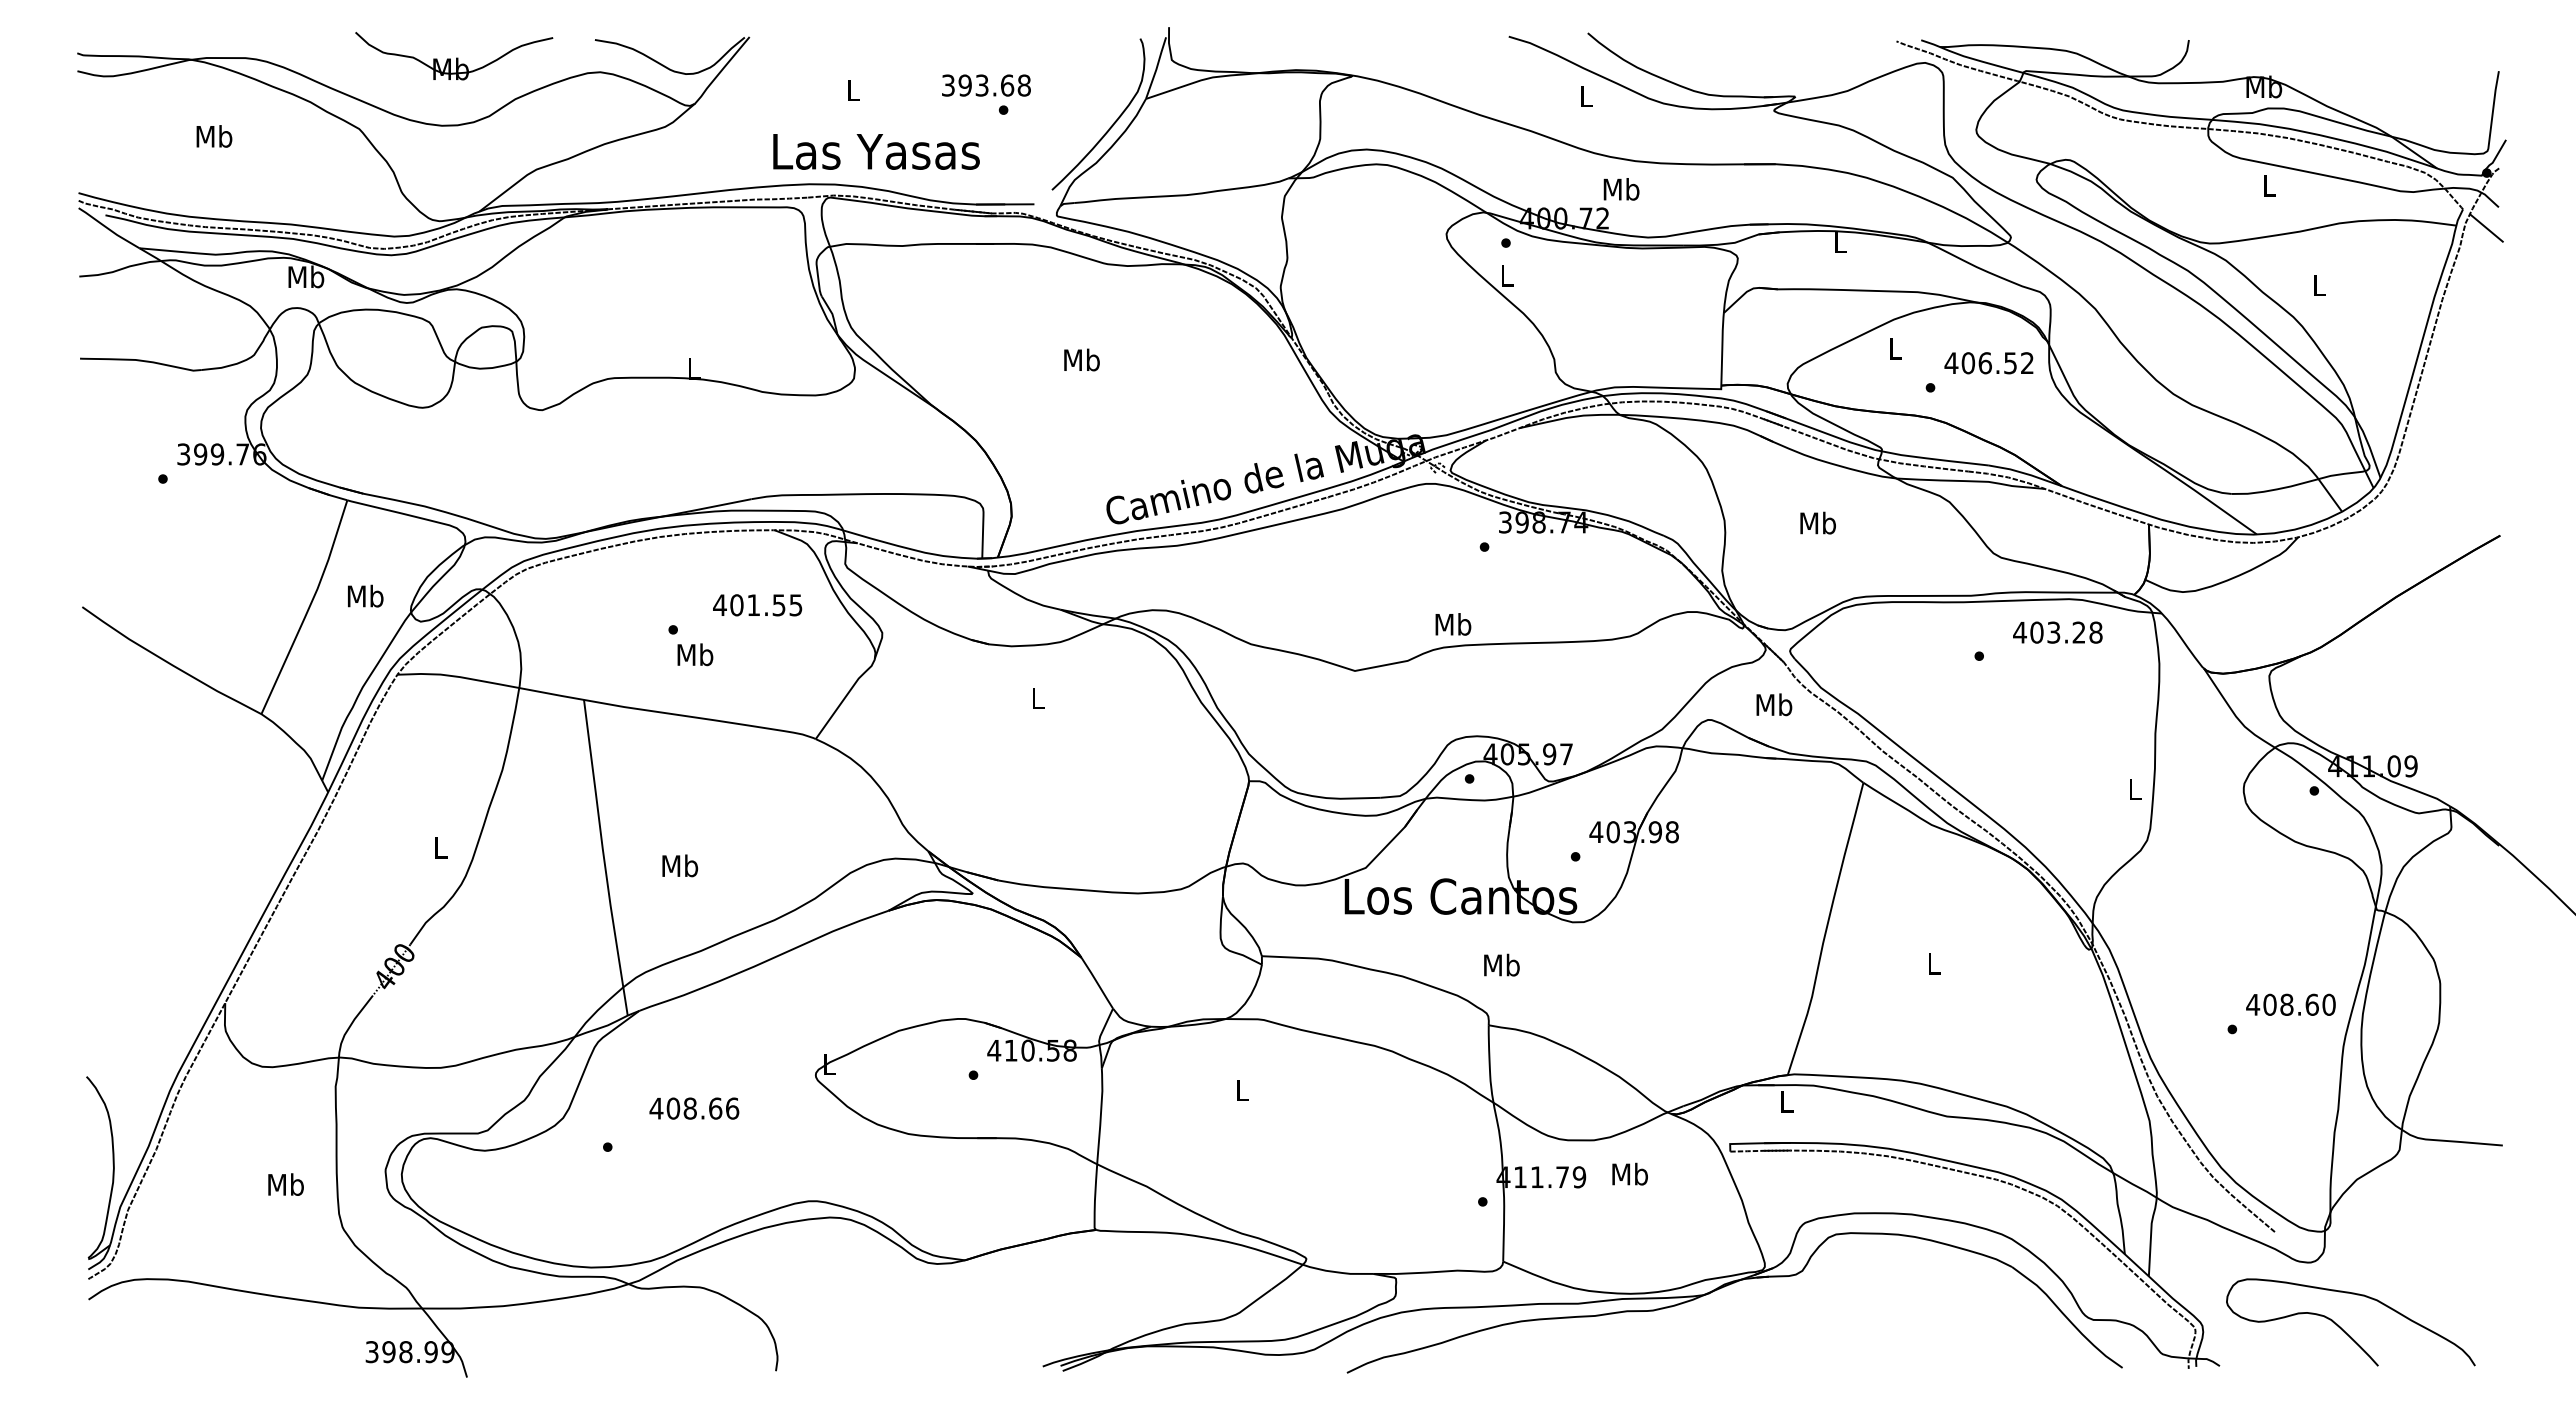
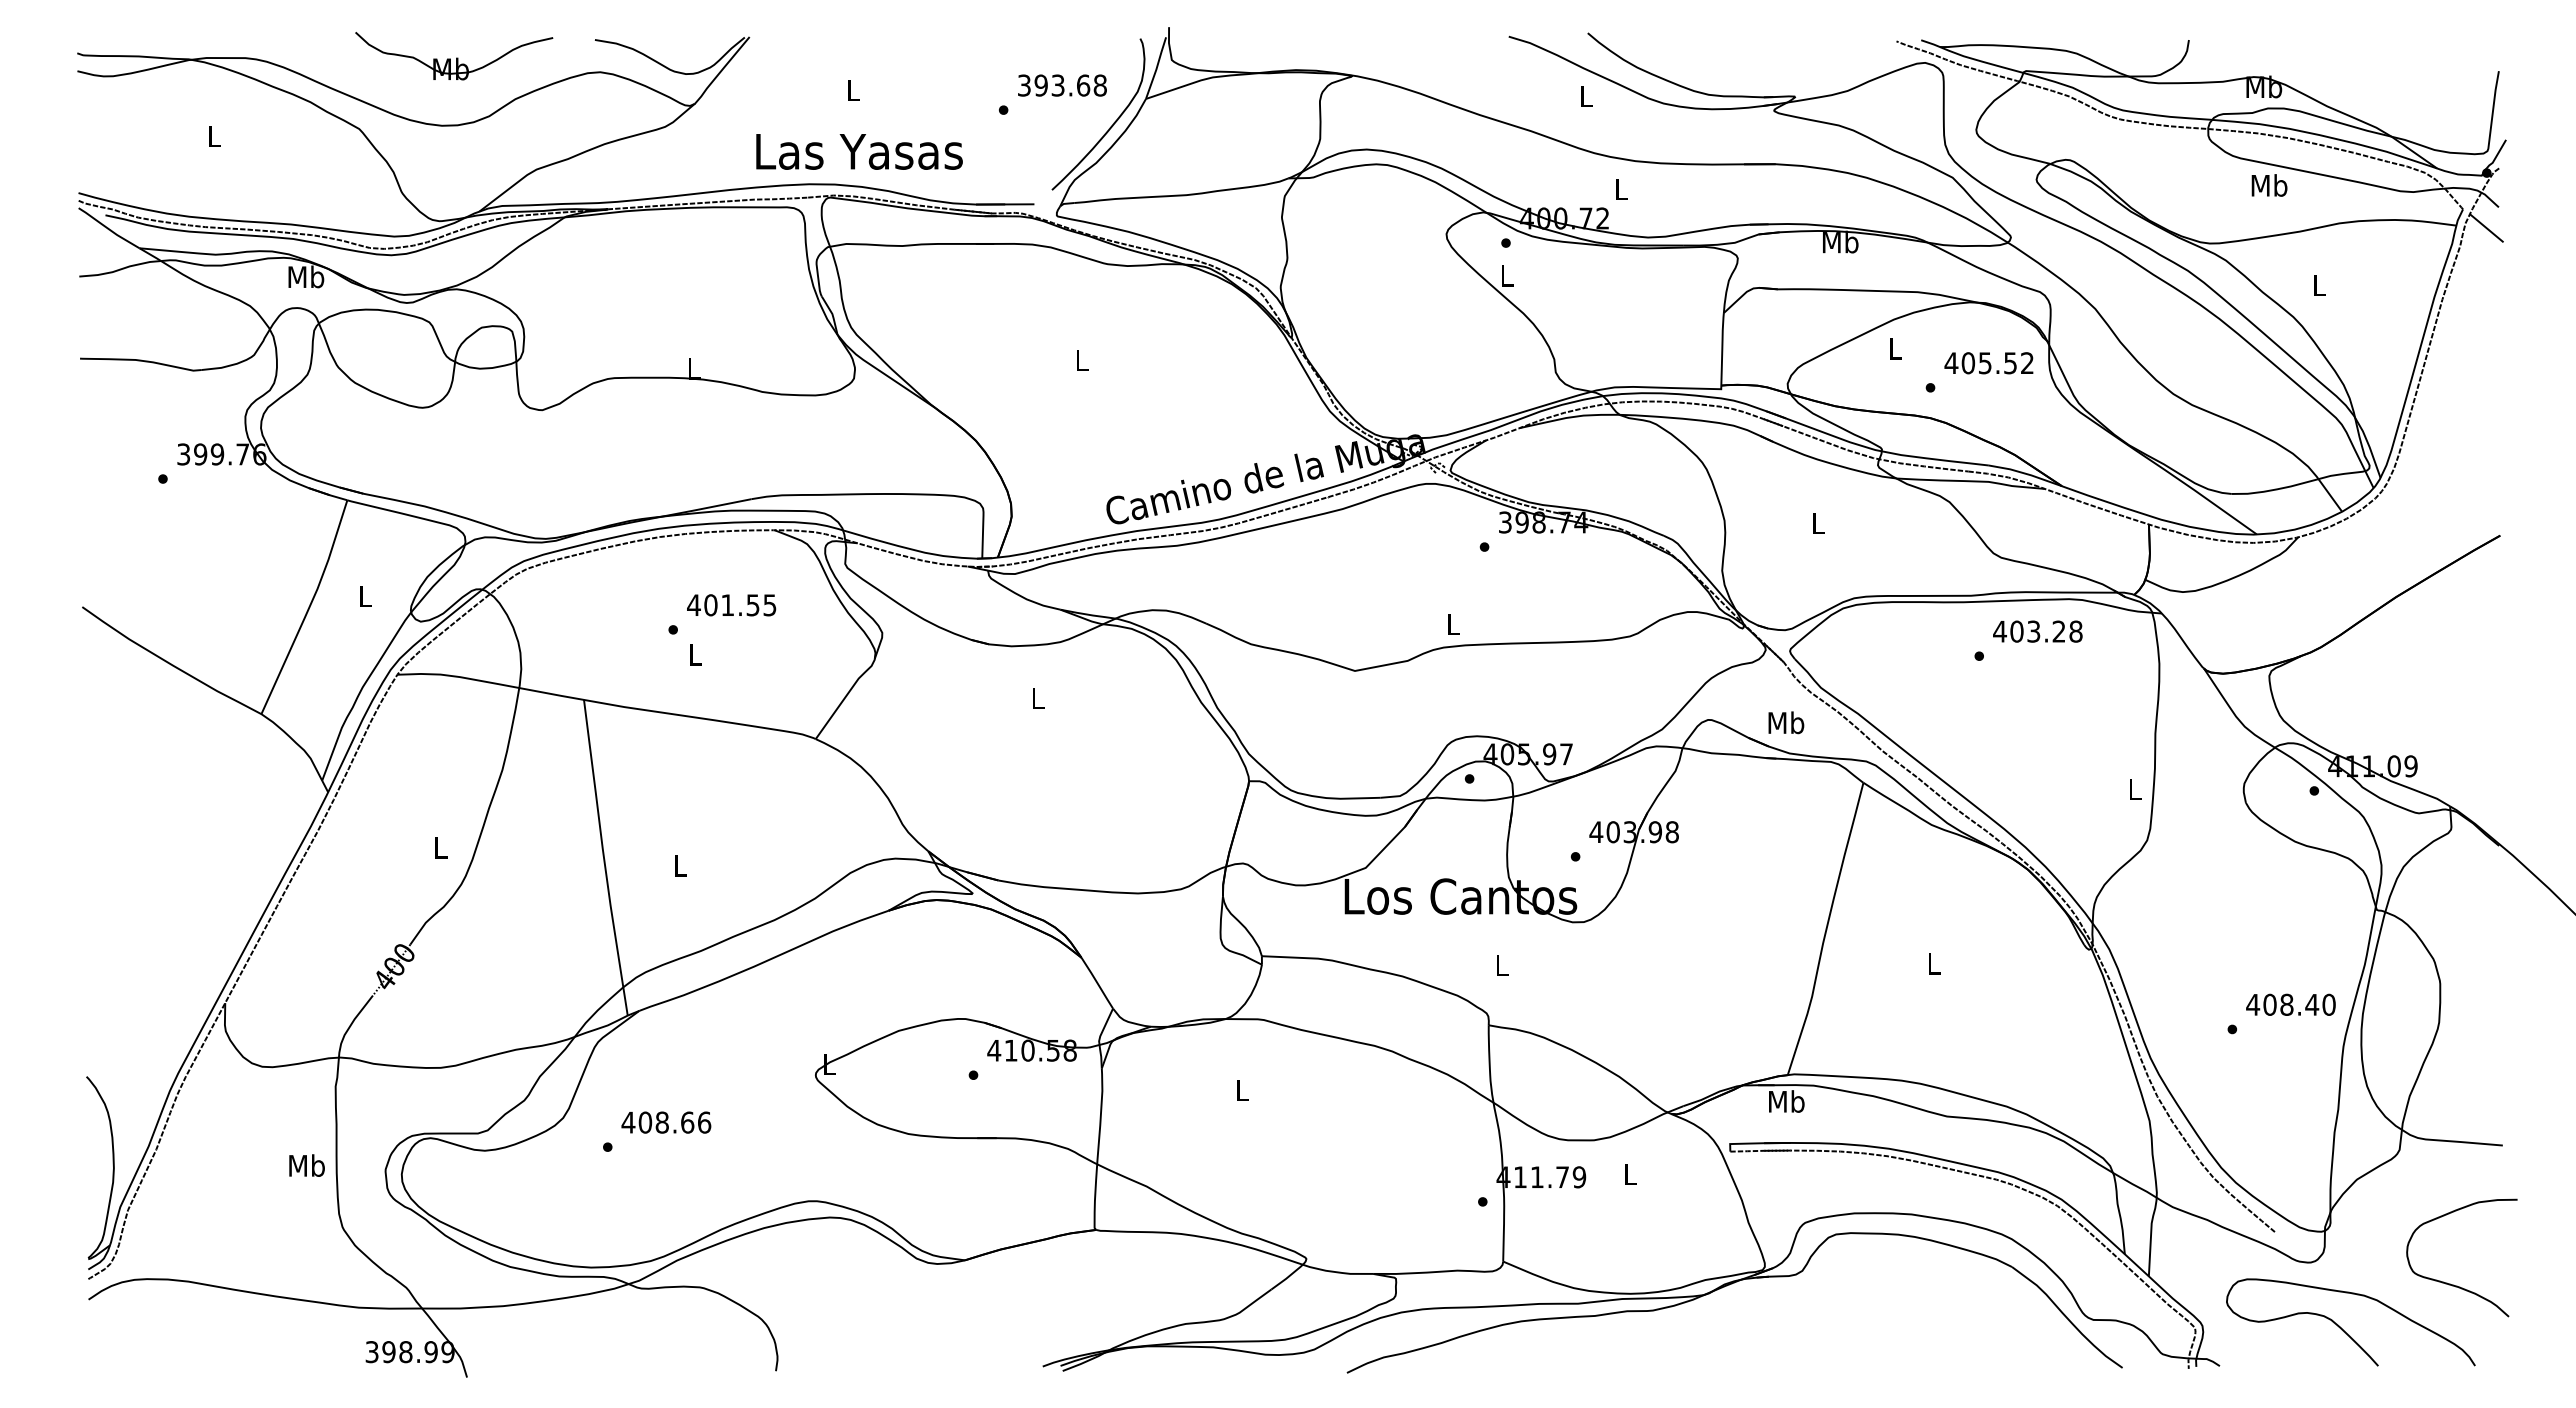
text at (986, 85) position: (986, 85) -> (1062, 85)
text at (214, 136): Mb -> L
text at (876, 151) position: (876, 151) -> (859, 151)
text at (2269, 185): L -> Mb
text at (1621, 189): Mb -> L
text at (1840, 241): L -> Mb
text at (1081, 359): Mb -> L
text at (1984, 363): 406.52 -> 405.52
text at (1817, 522): Mb -> L
text at (365, 595): Mb -> L
text at (757, 605) position: (757, 605) -> (731, 605)
text at (1453, 624): Mb -> L
text at (2057, 632) position: (2057, 632) -> (2037, 631)
text at (695, 654): Mb -> L
text at (1774, 704) position: (1774, 704) -> (1786, 722)
text at (680, 865): Mb -> L
text at (1501, 964): Mb -> L
text at (2312, 1004): 408.60 -> 408.40
text at (1786, 1101): L -> Mb
text at (694, 1108) position: (694, 1108) -> (666, 1122)
text at (1629, 1173): Mb -> L
text at (285, 1184) position: (285, 1184) -> (306, 1165)
curve at (2453, 1284): none -> present
